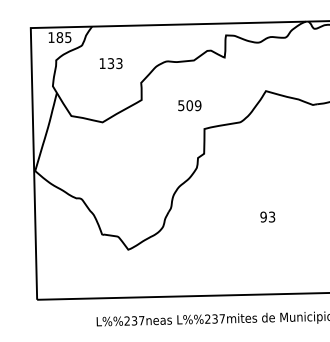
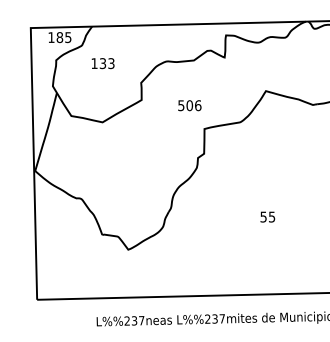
text at (110, 63) position: (110, 63) -> (102, 63)
text at (197, 105): 509 -> 506
text at (267, 216): 93 -> 55
